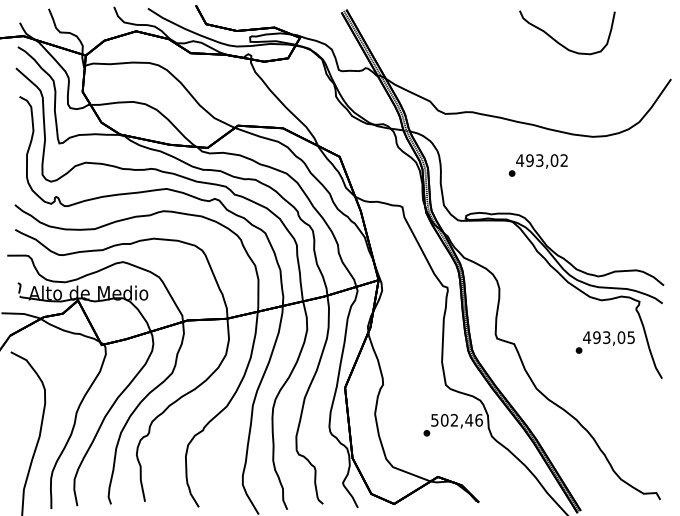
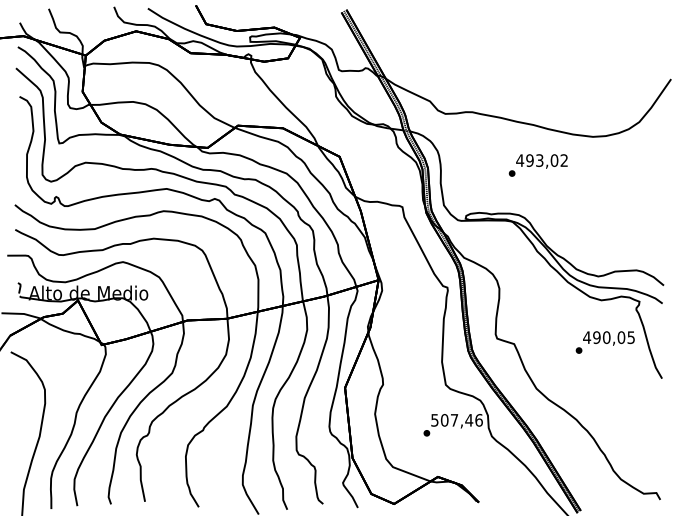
curve at (558, 41): present -> none
text at (606, 337): 493,05 -> 490,05
text at (454, 420): 502,46 -> 507,46
